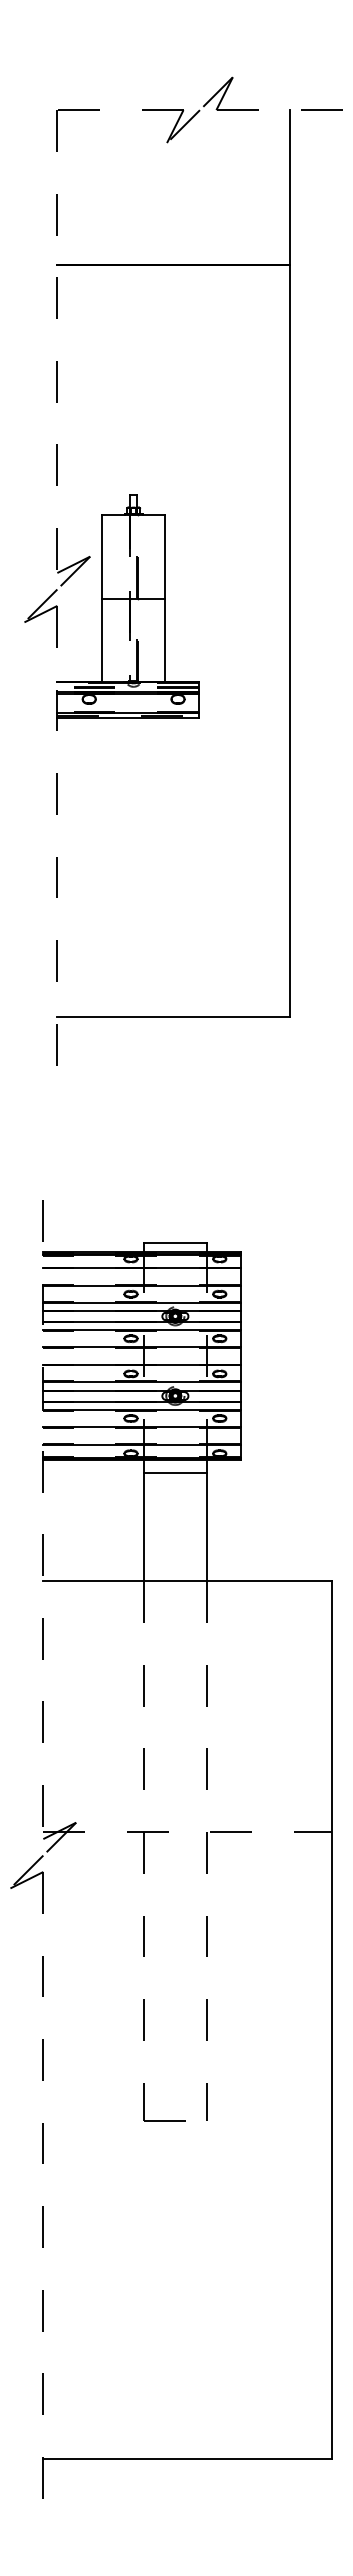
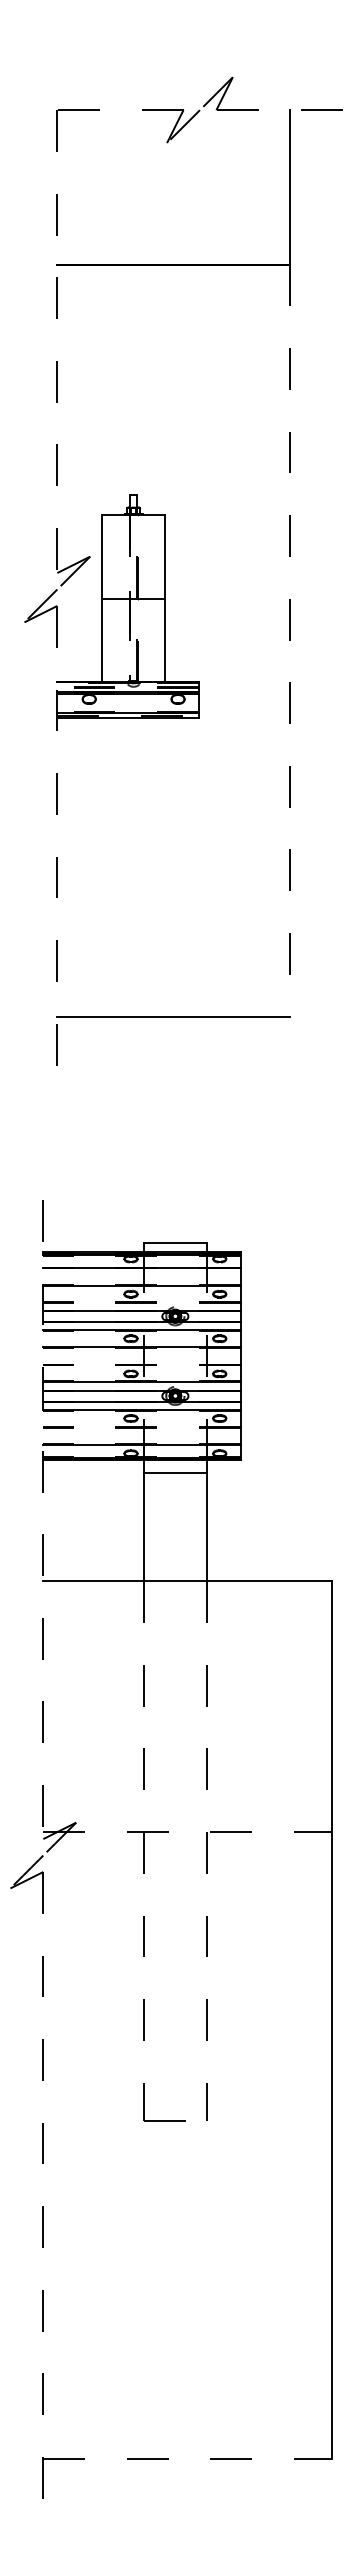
line at (290, 641): solid -> dashed
line at (142, 1302): solid -> dashed
line at (142, 1365): solid -> dashed
line at (142, 1427): solid -> dashed
line at (188, 2458): solid -> dashed
